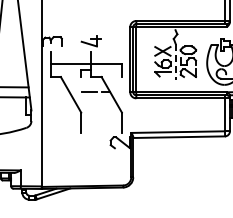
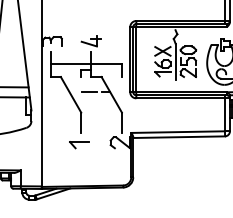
line at (175, 61): dashed -> solid
part at (79, 145): none -> present
